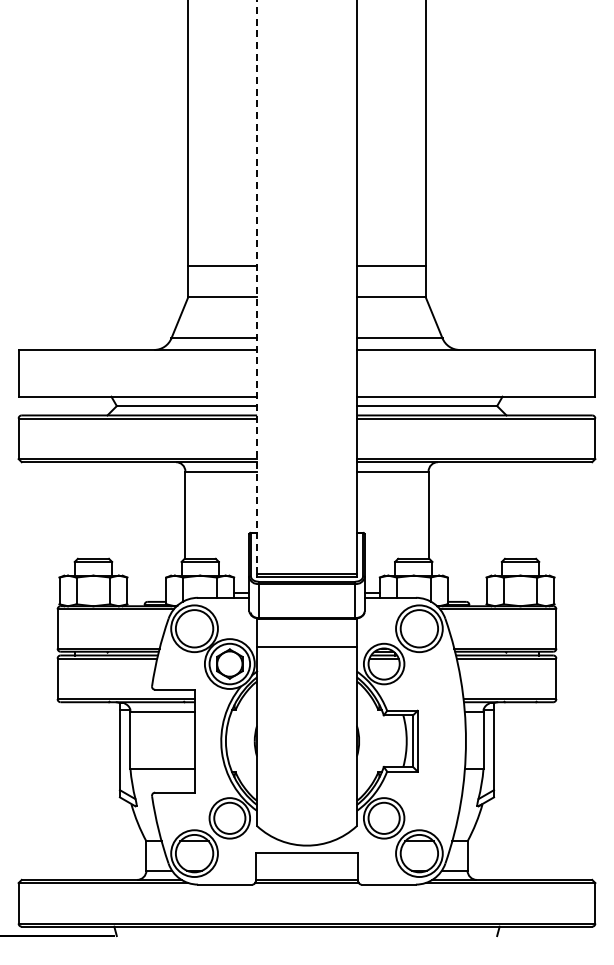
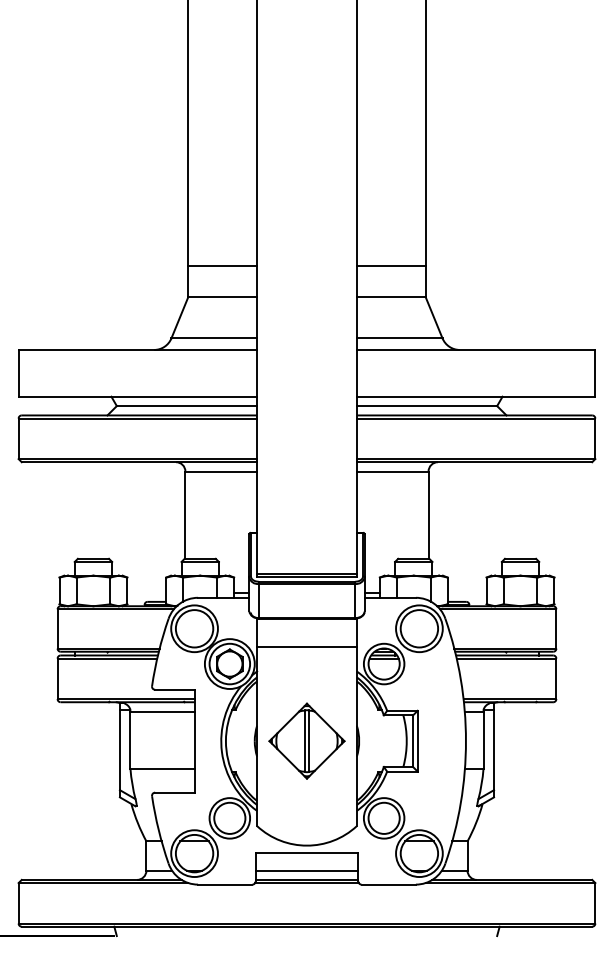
line at (257, 286): dashed -> solid
part at (306, 740): none -> present
line at (306, 870): none -> present
